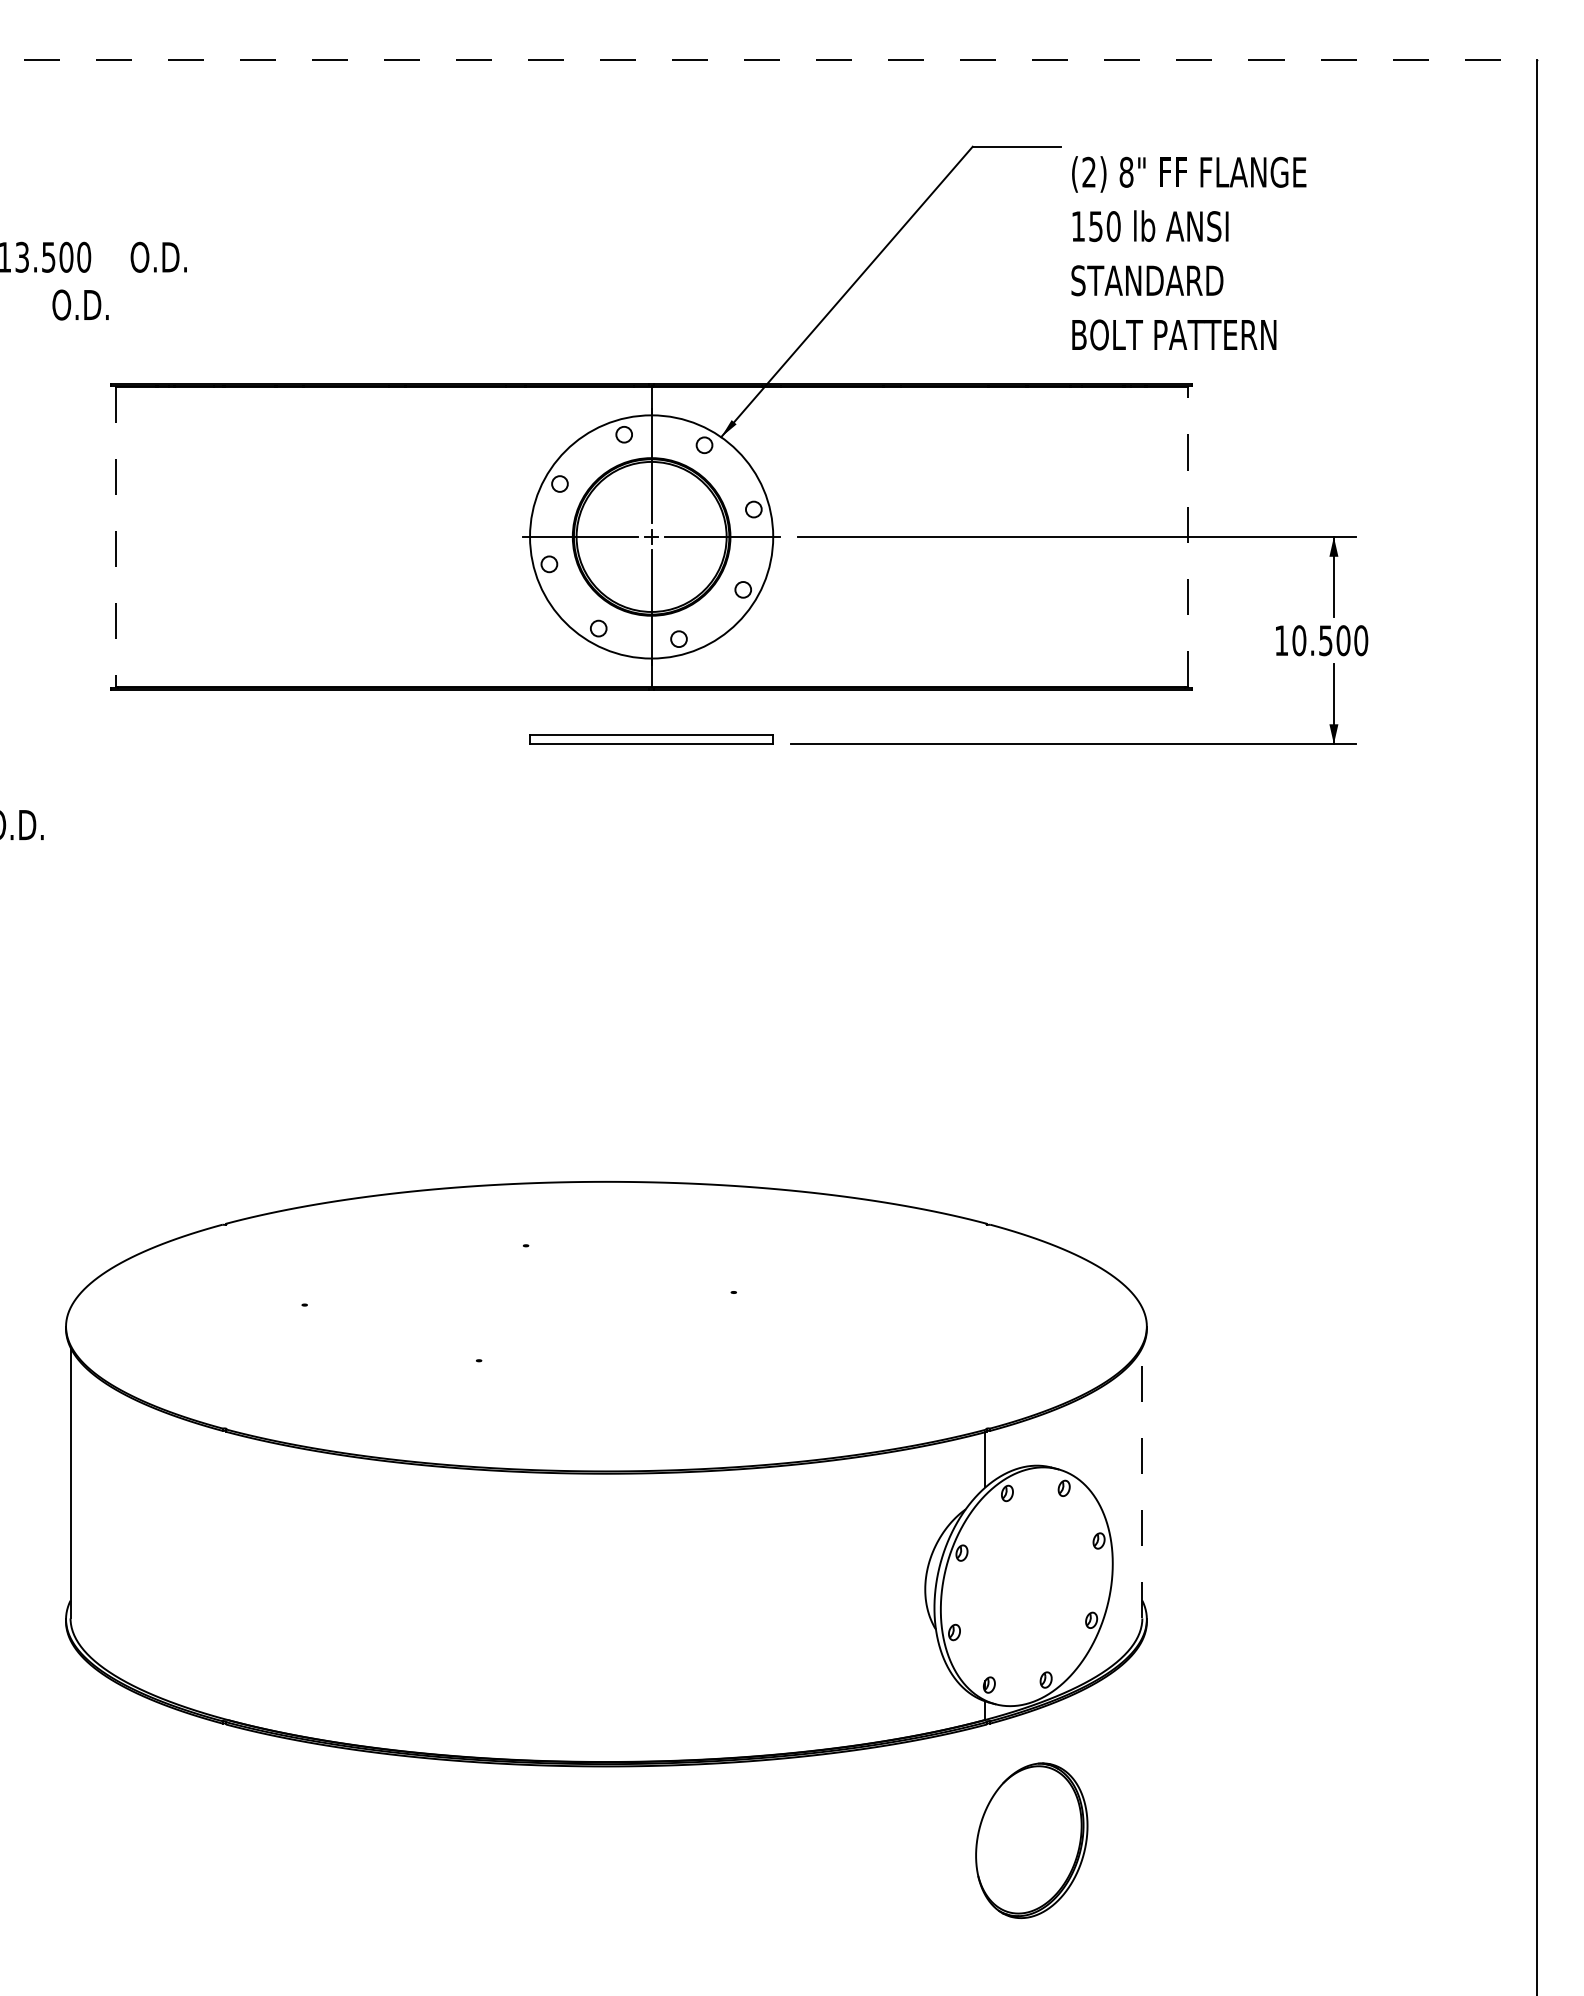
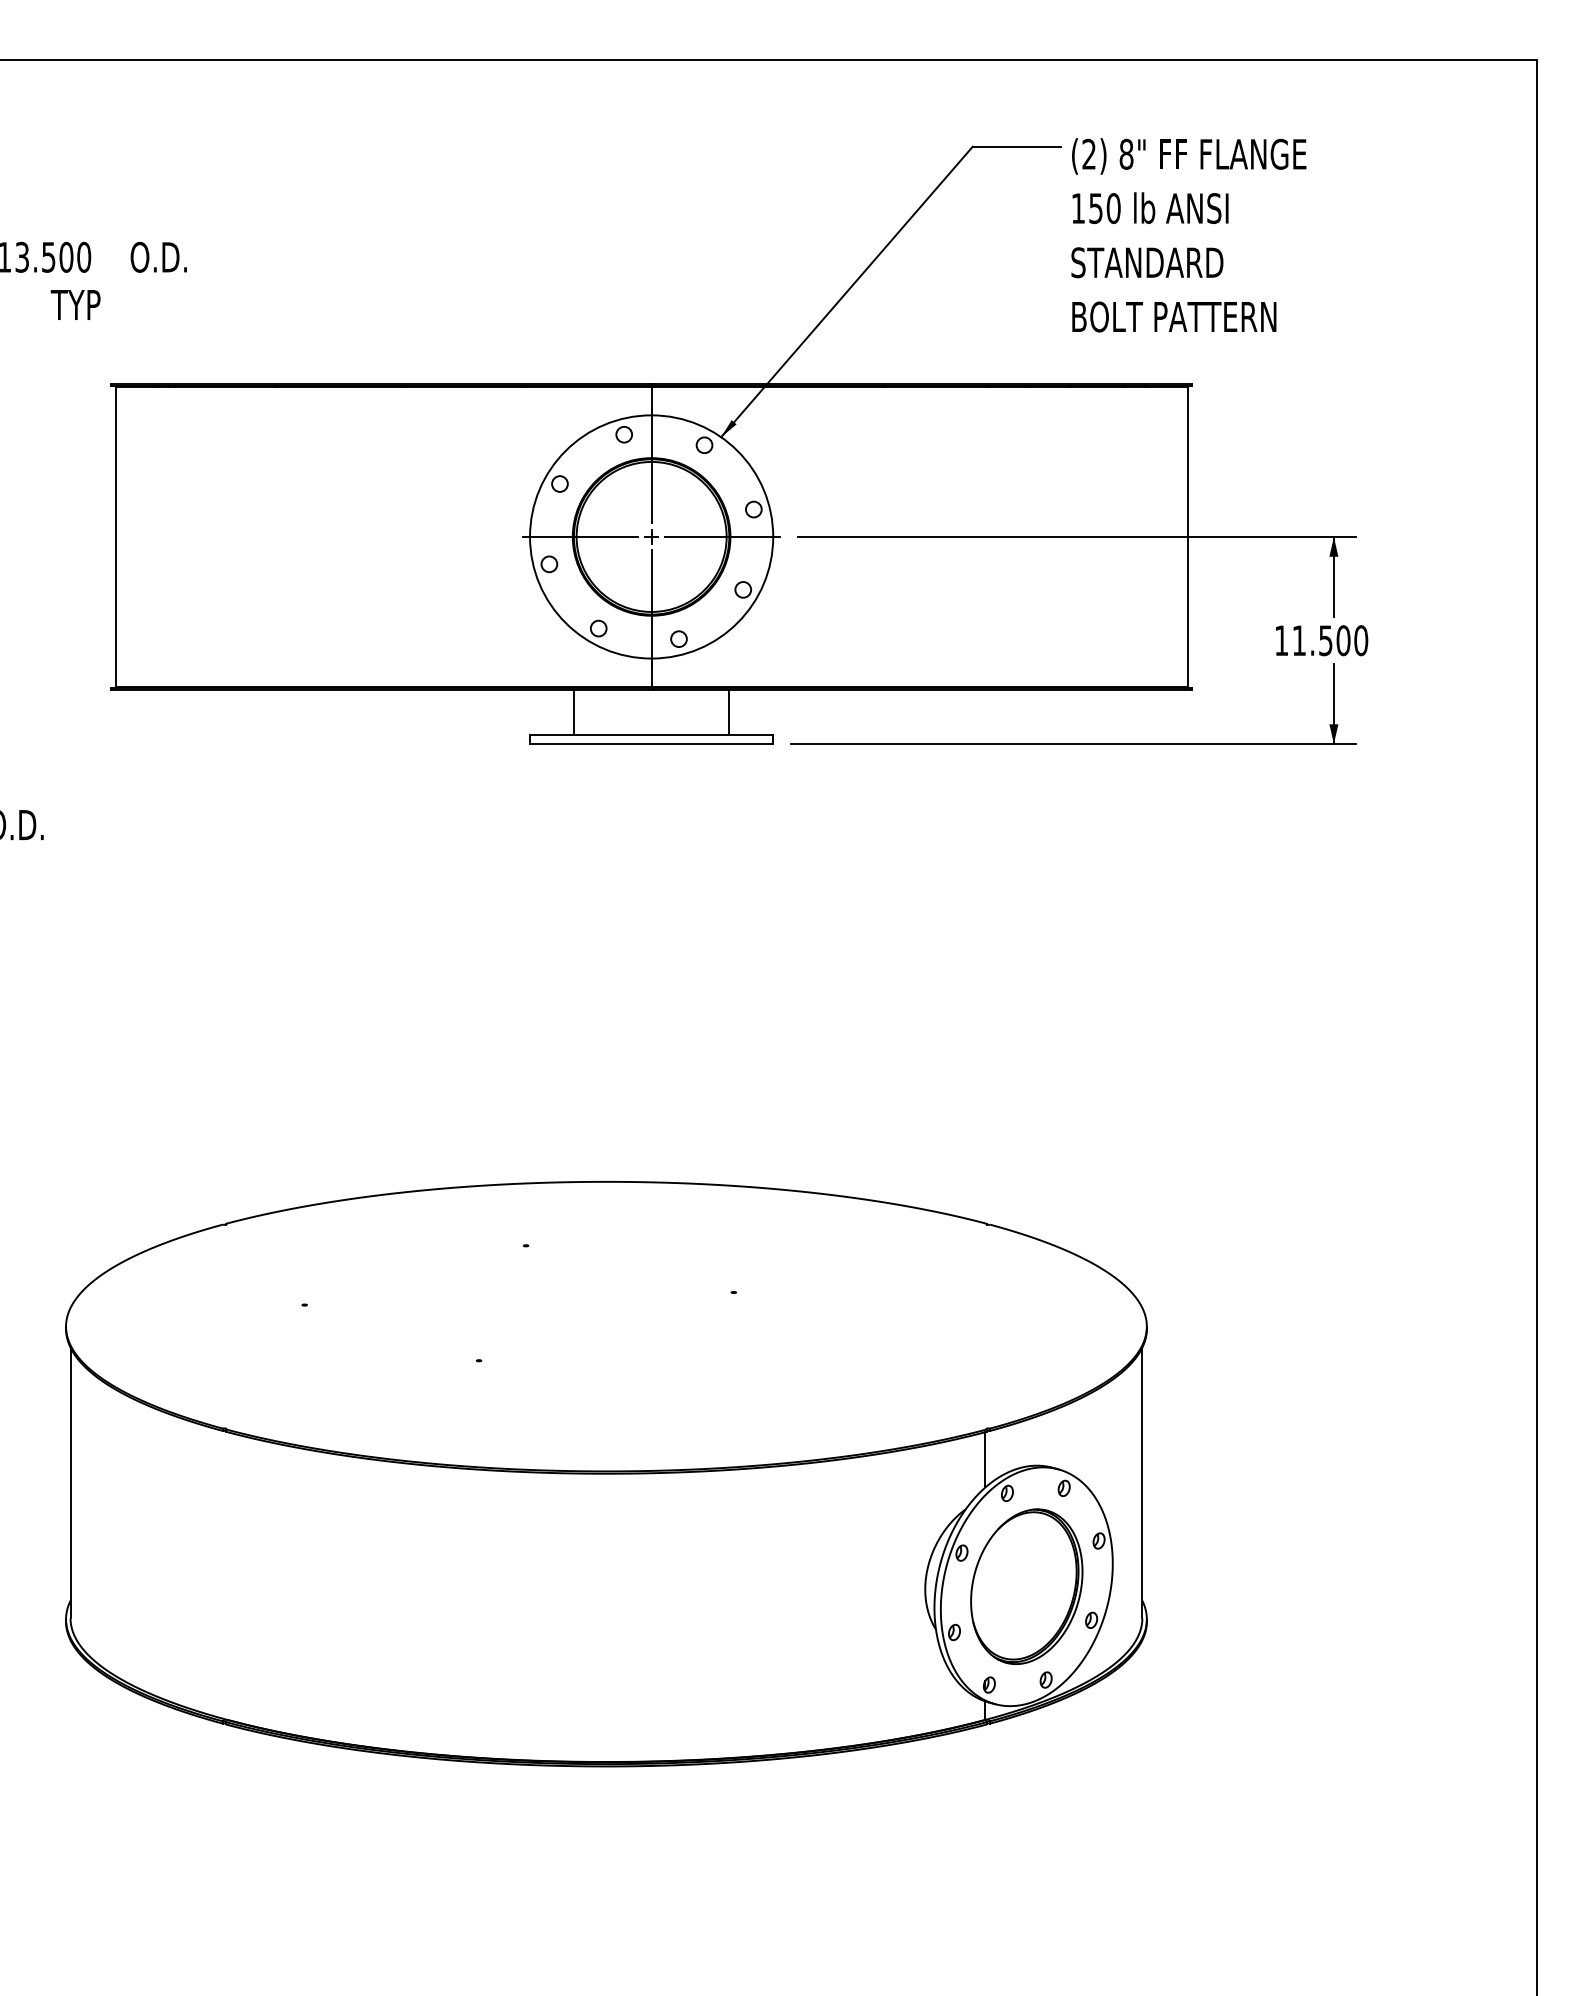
line at (768, 59): dashed -> solid
text at (1188, 253) position: (1188, 253) -> (1188, 235)
text at (79, 304): O.D. -> TYP
line at (115, 536): dashed -> solid
line at (1187, 536): dashed -> solid
text at (1299, 640): 10.500 -> 11.500
line at (573, 712): none -> present
line at (729, 712): none -> present
line at (1142, 1482): dashed -> solid
part at (1031, 1840) position: (1031, 1840) -> (1026, 1586)
